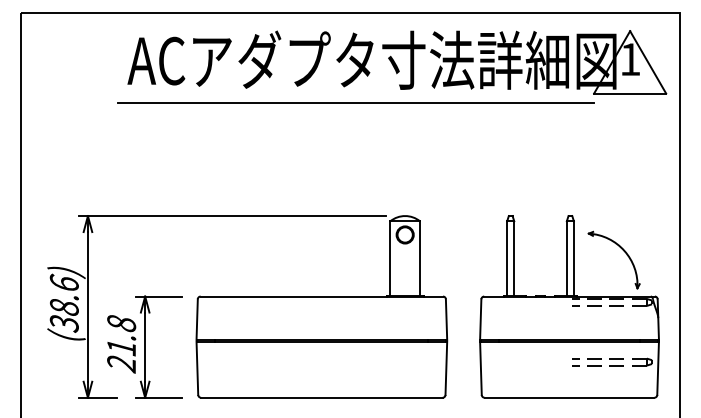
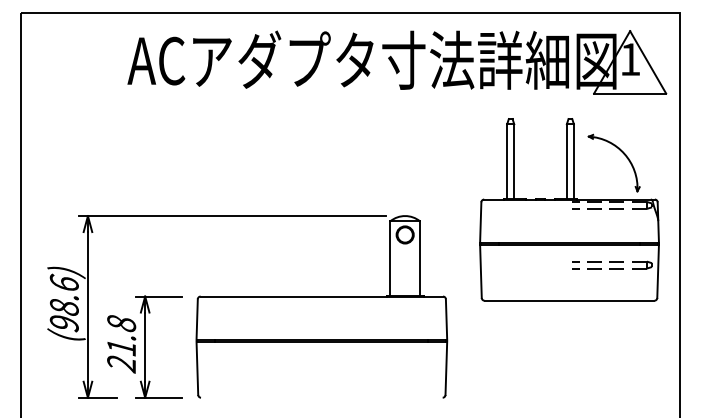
line at (355, 102): present -> none
part at (569, 306) position: (569, 306) -> (569, 209)
text at (64, 323): (38.6) -> (98.6)
line at (321, 397): present -> none
